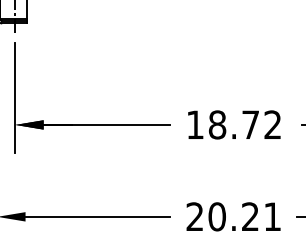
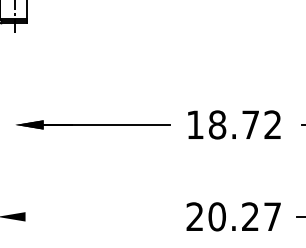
line at (15, 98): present -> none
line at (97, 216): present -> none
text at (272, 216): 20.21 -> 20.27
